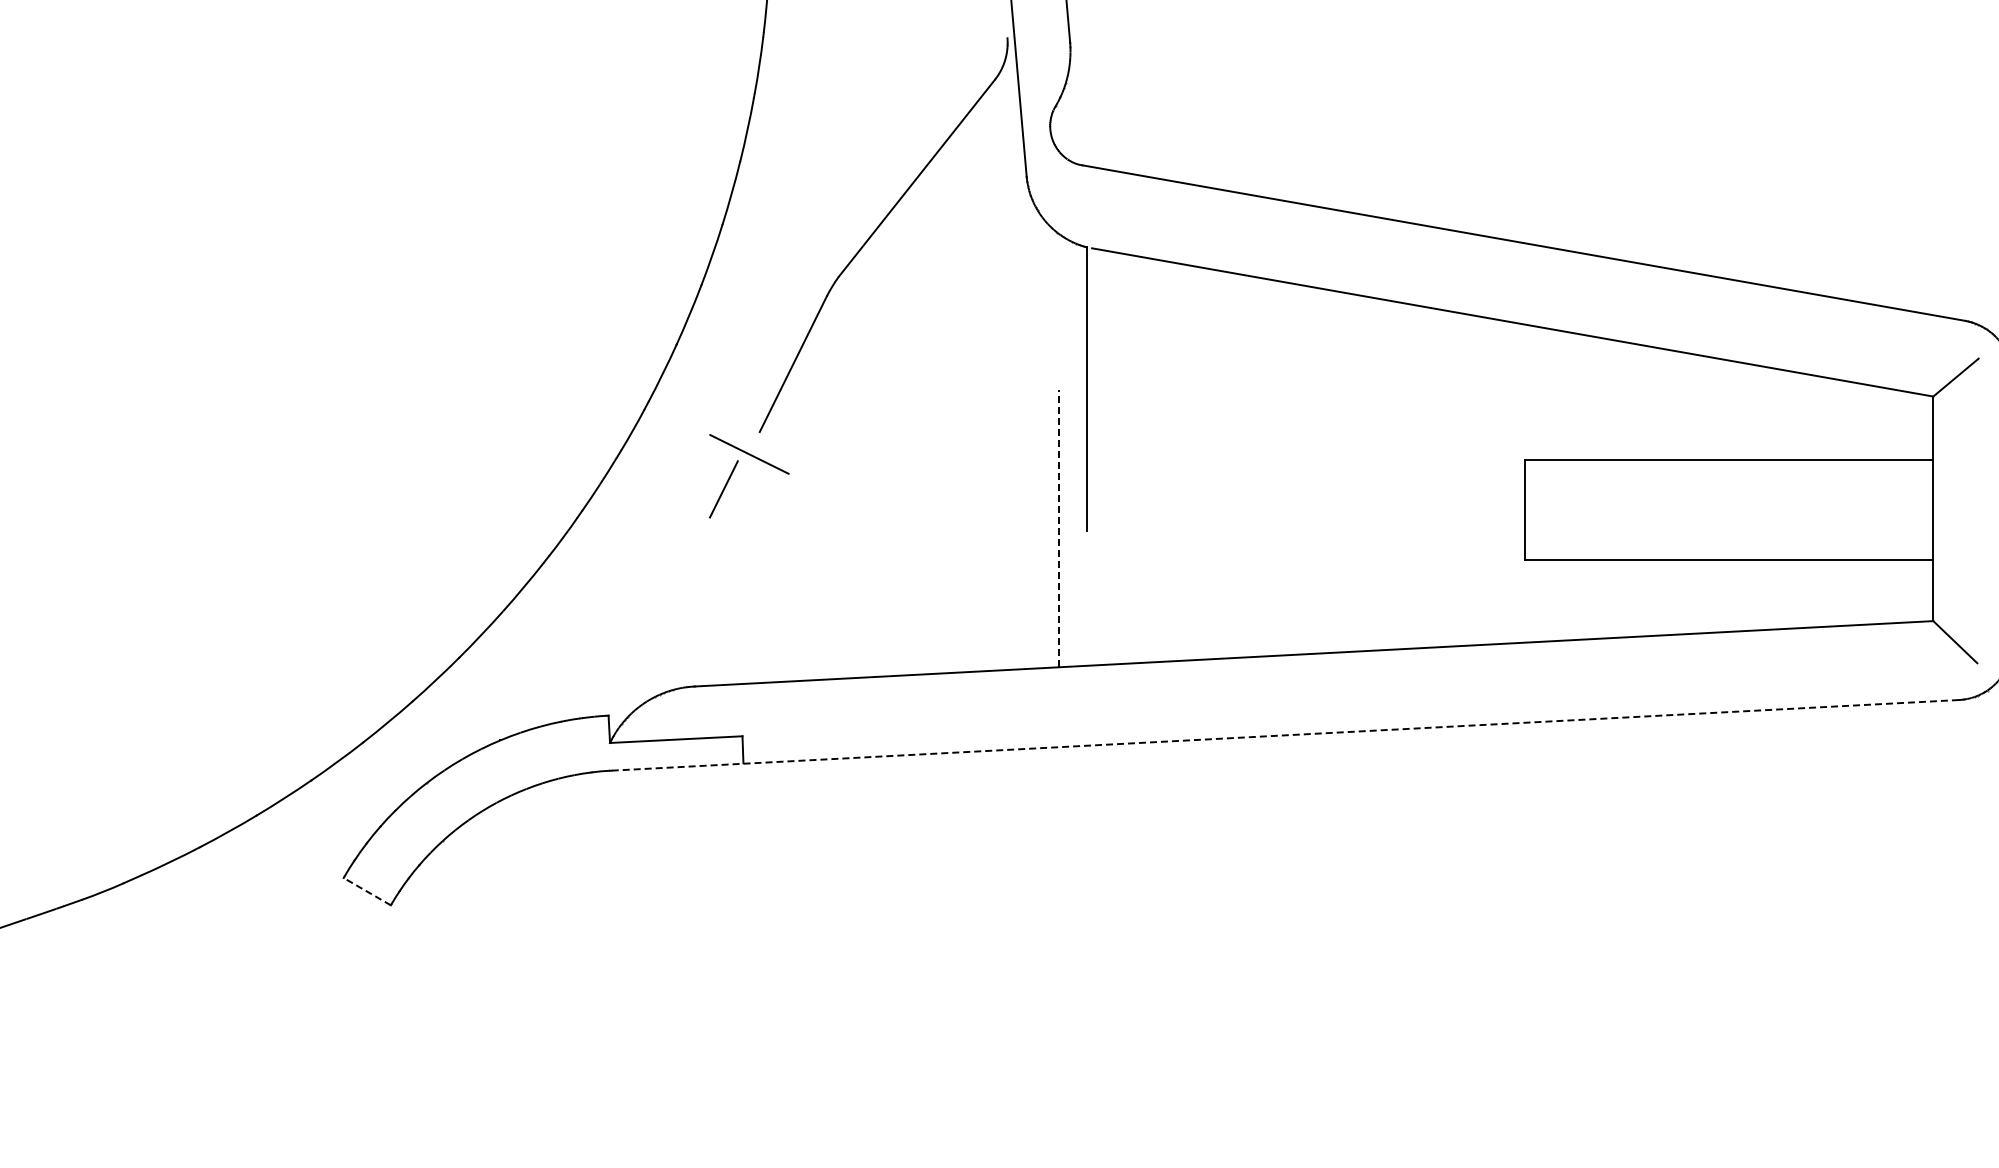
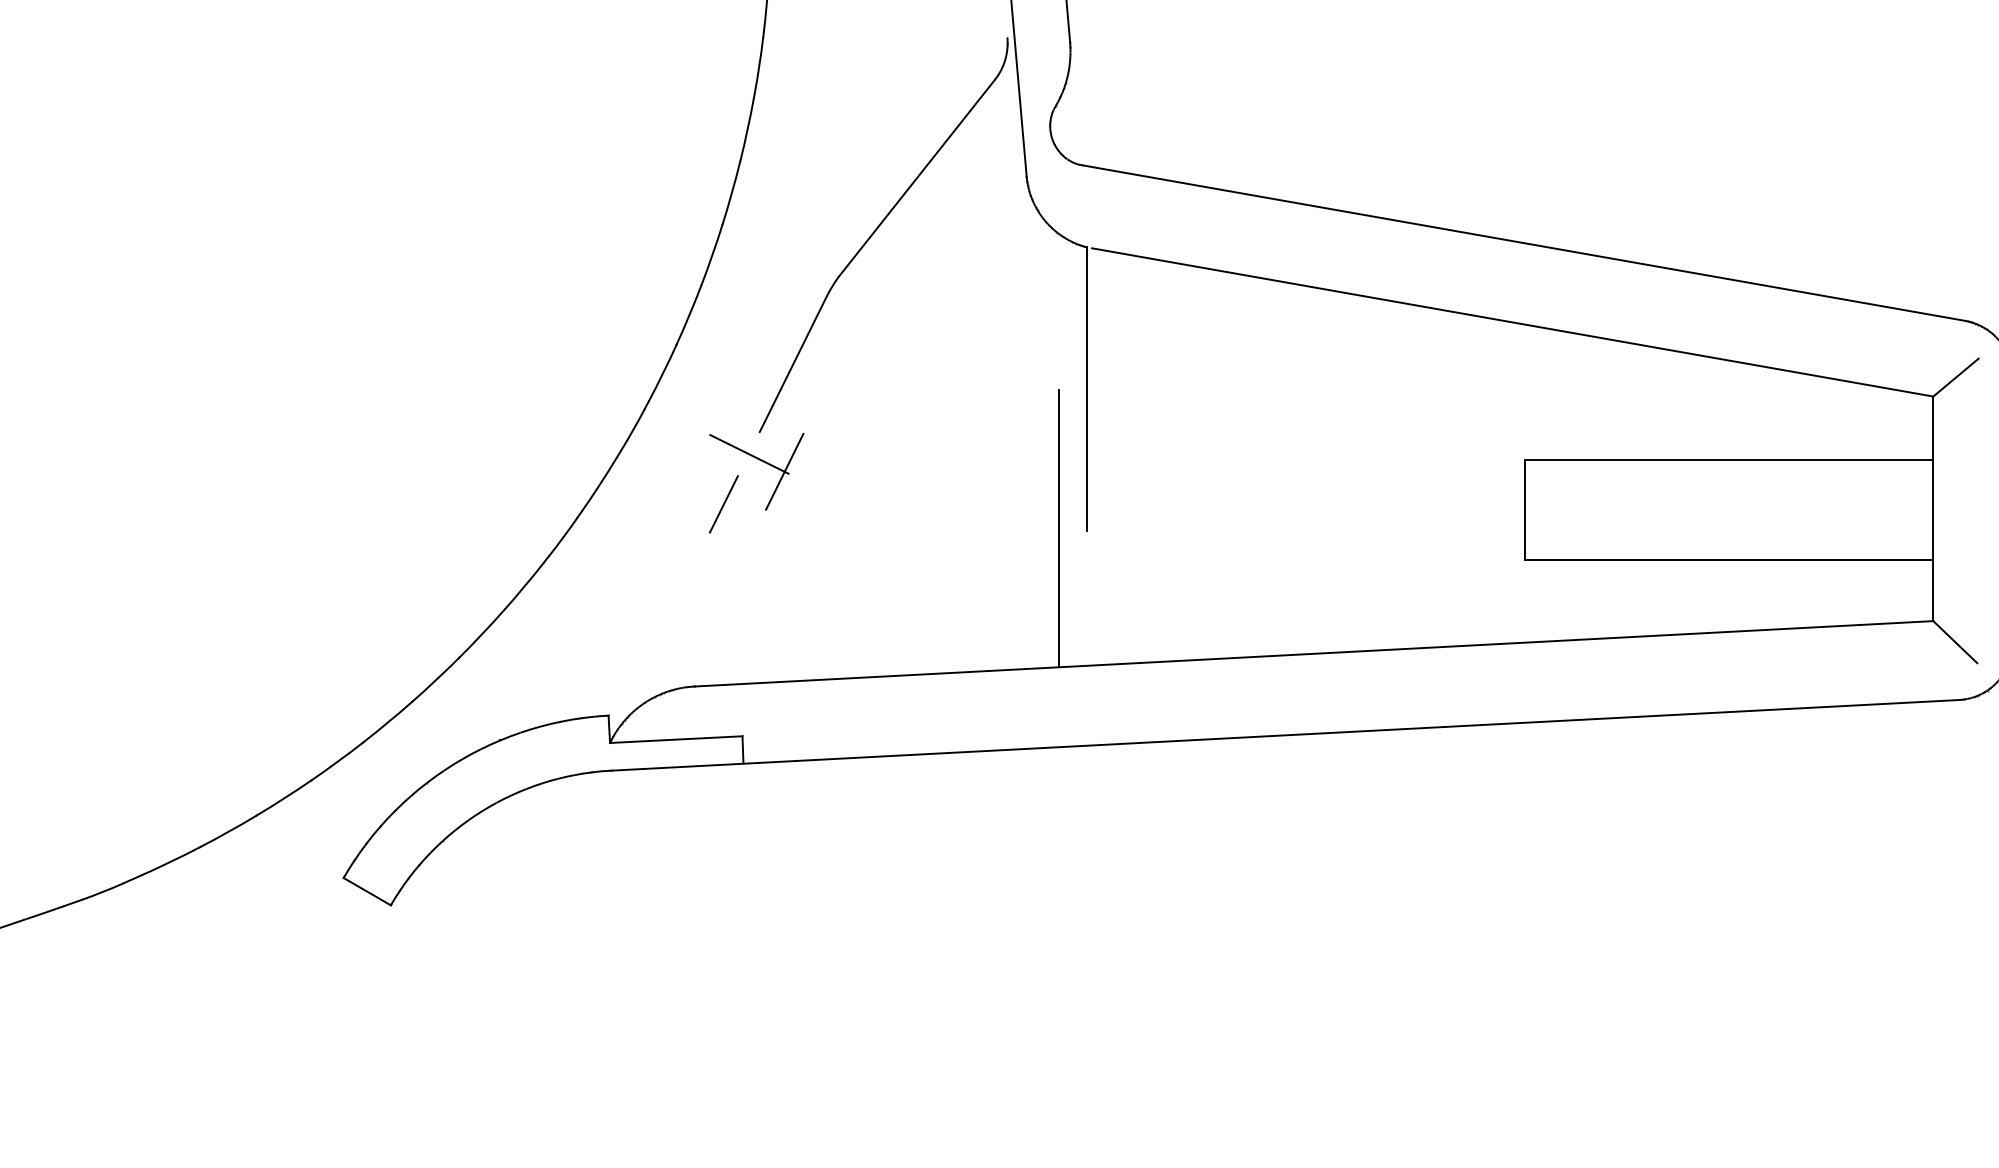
line at (784, 471): none -> present
line at (723, 489) position: (723, 489) -> (723, 504)
line at (1059, 528): dashed -> solid
line at (1285, 735): dashed -> solid
line at (366, 891): dashed -> solid
